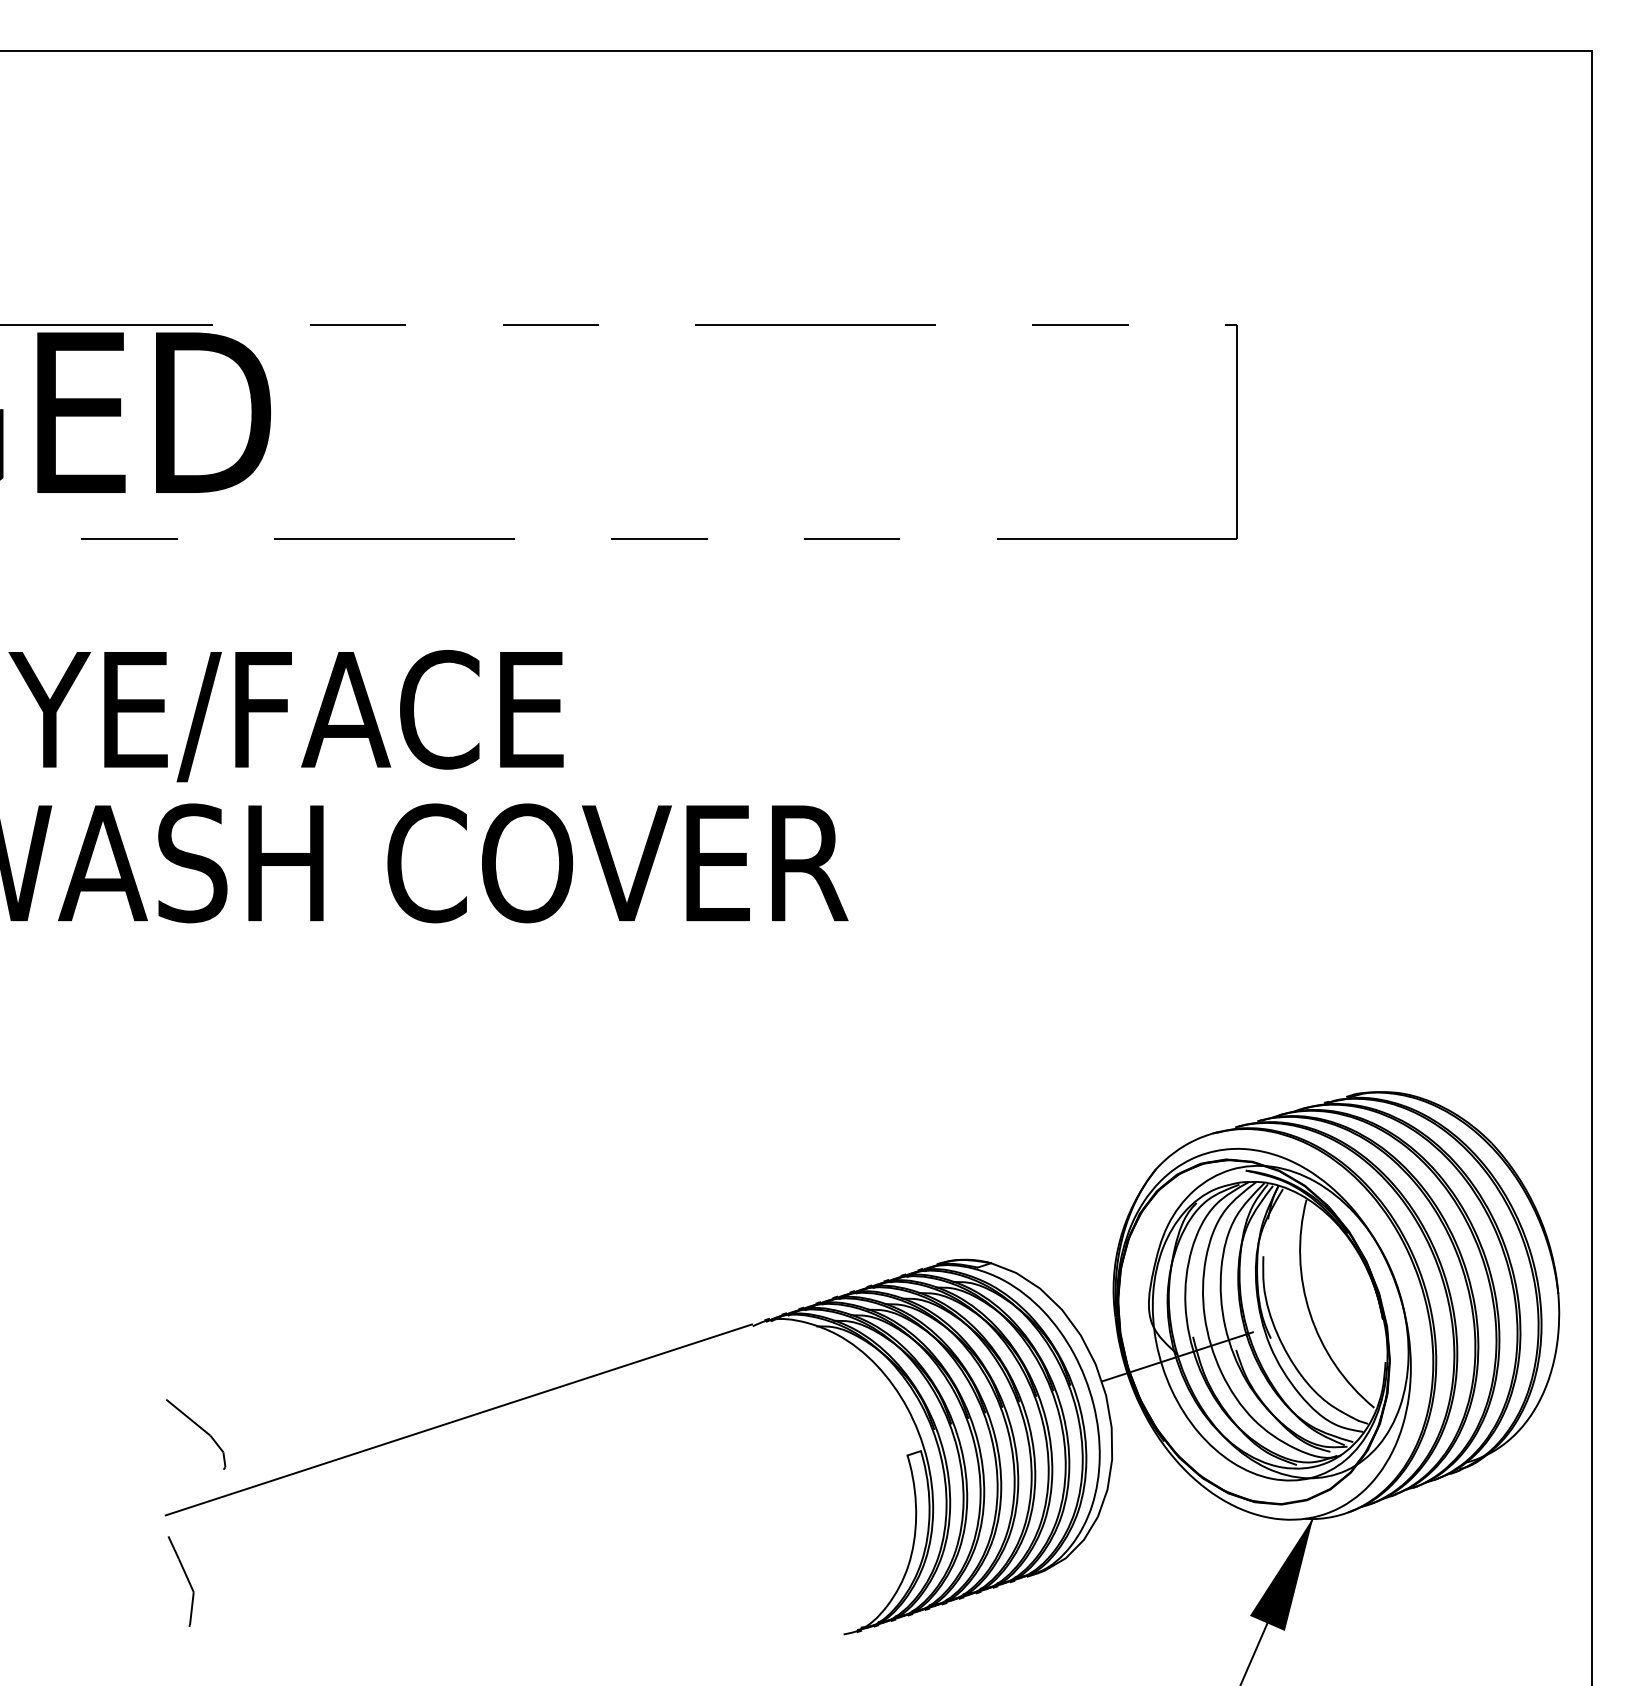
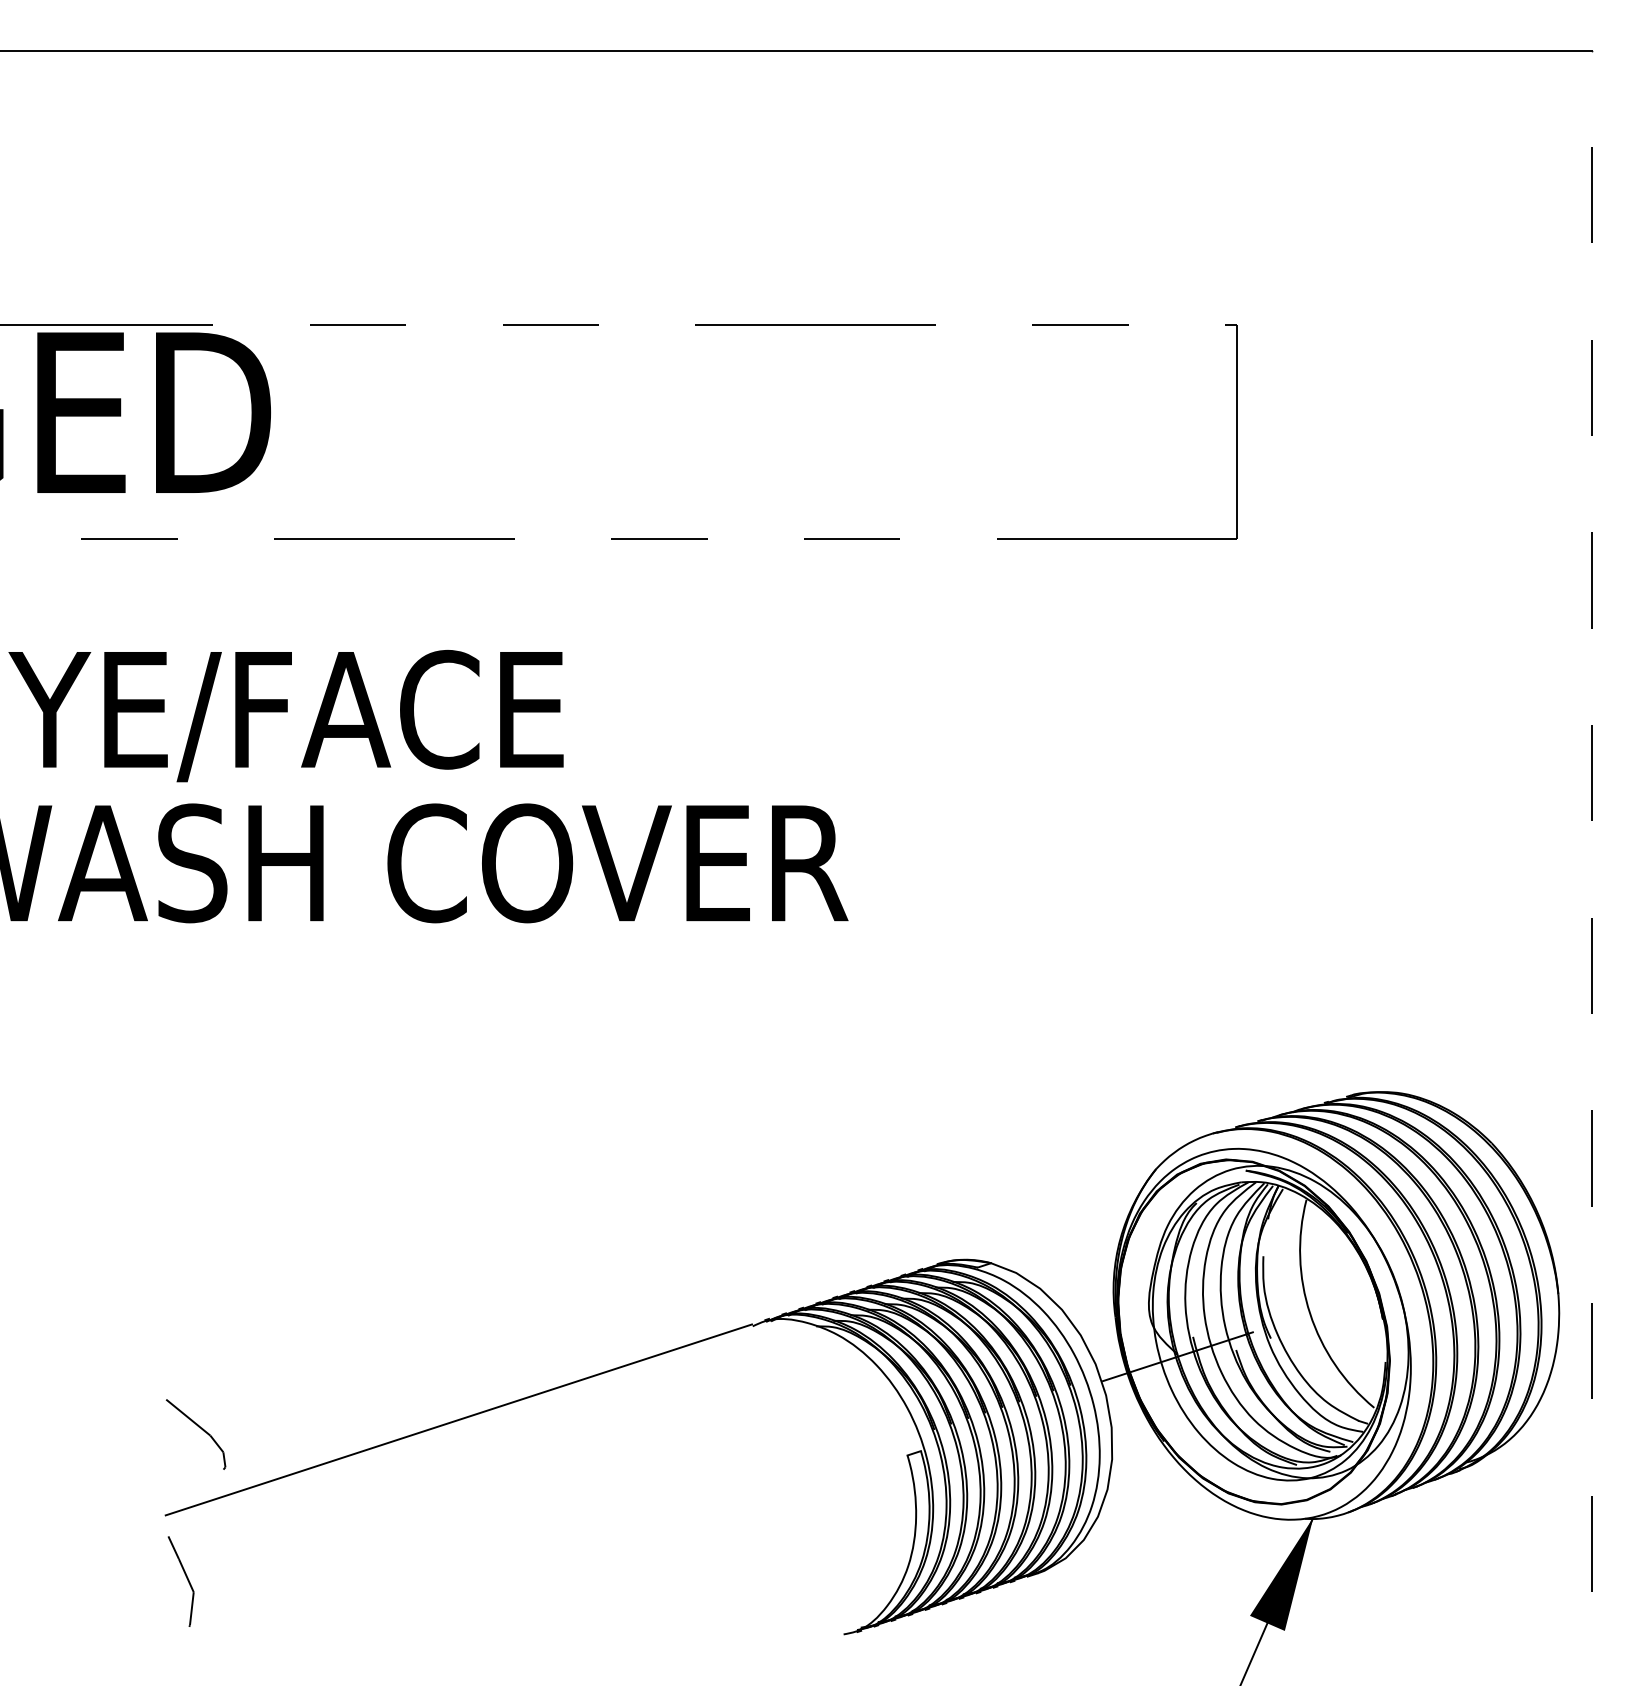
line at (1591, 867): solid -> dashed
